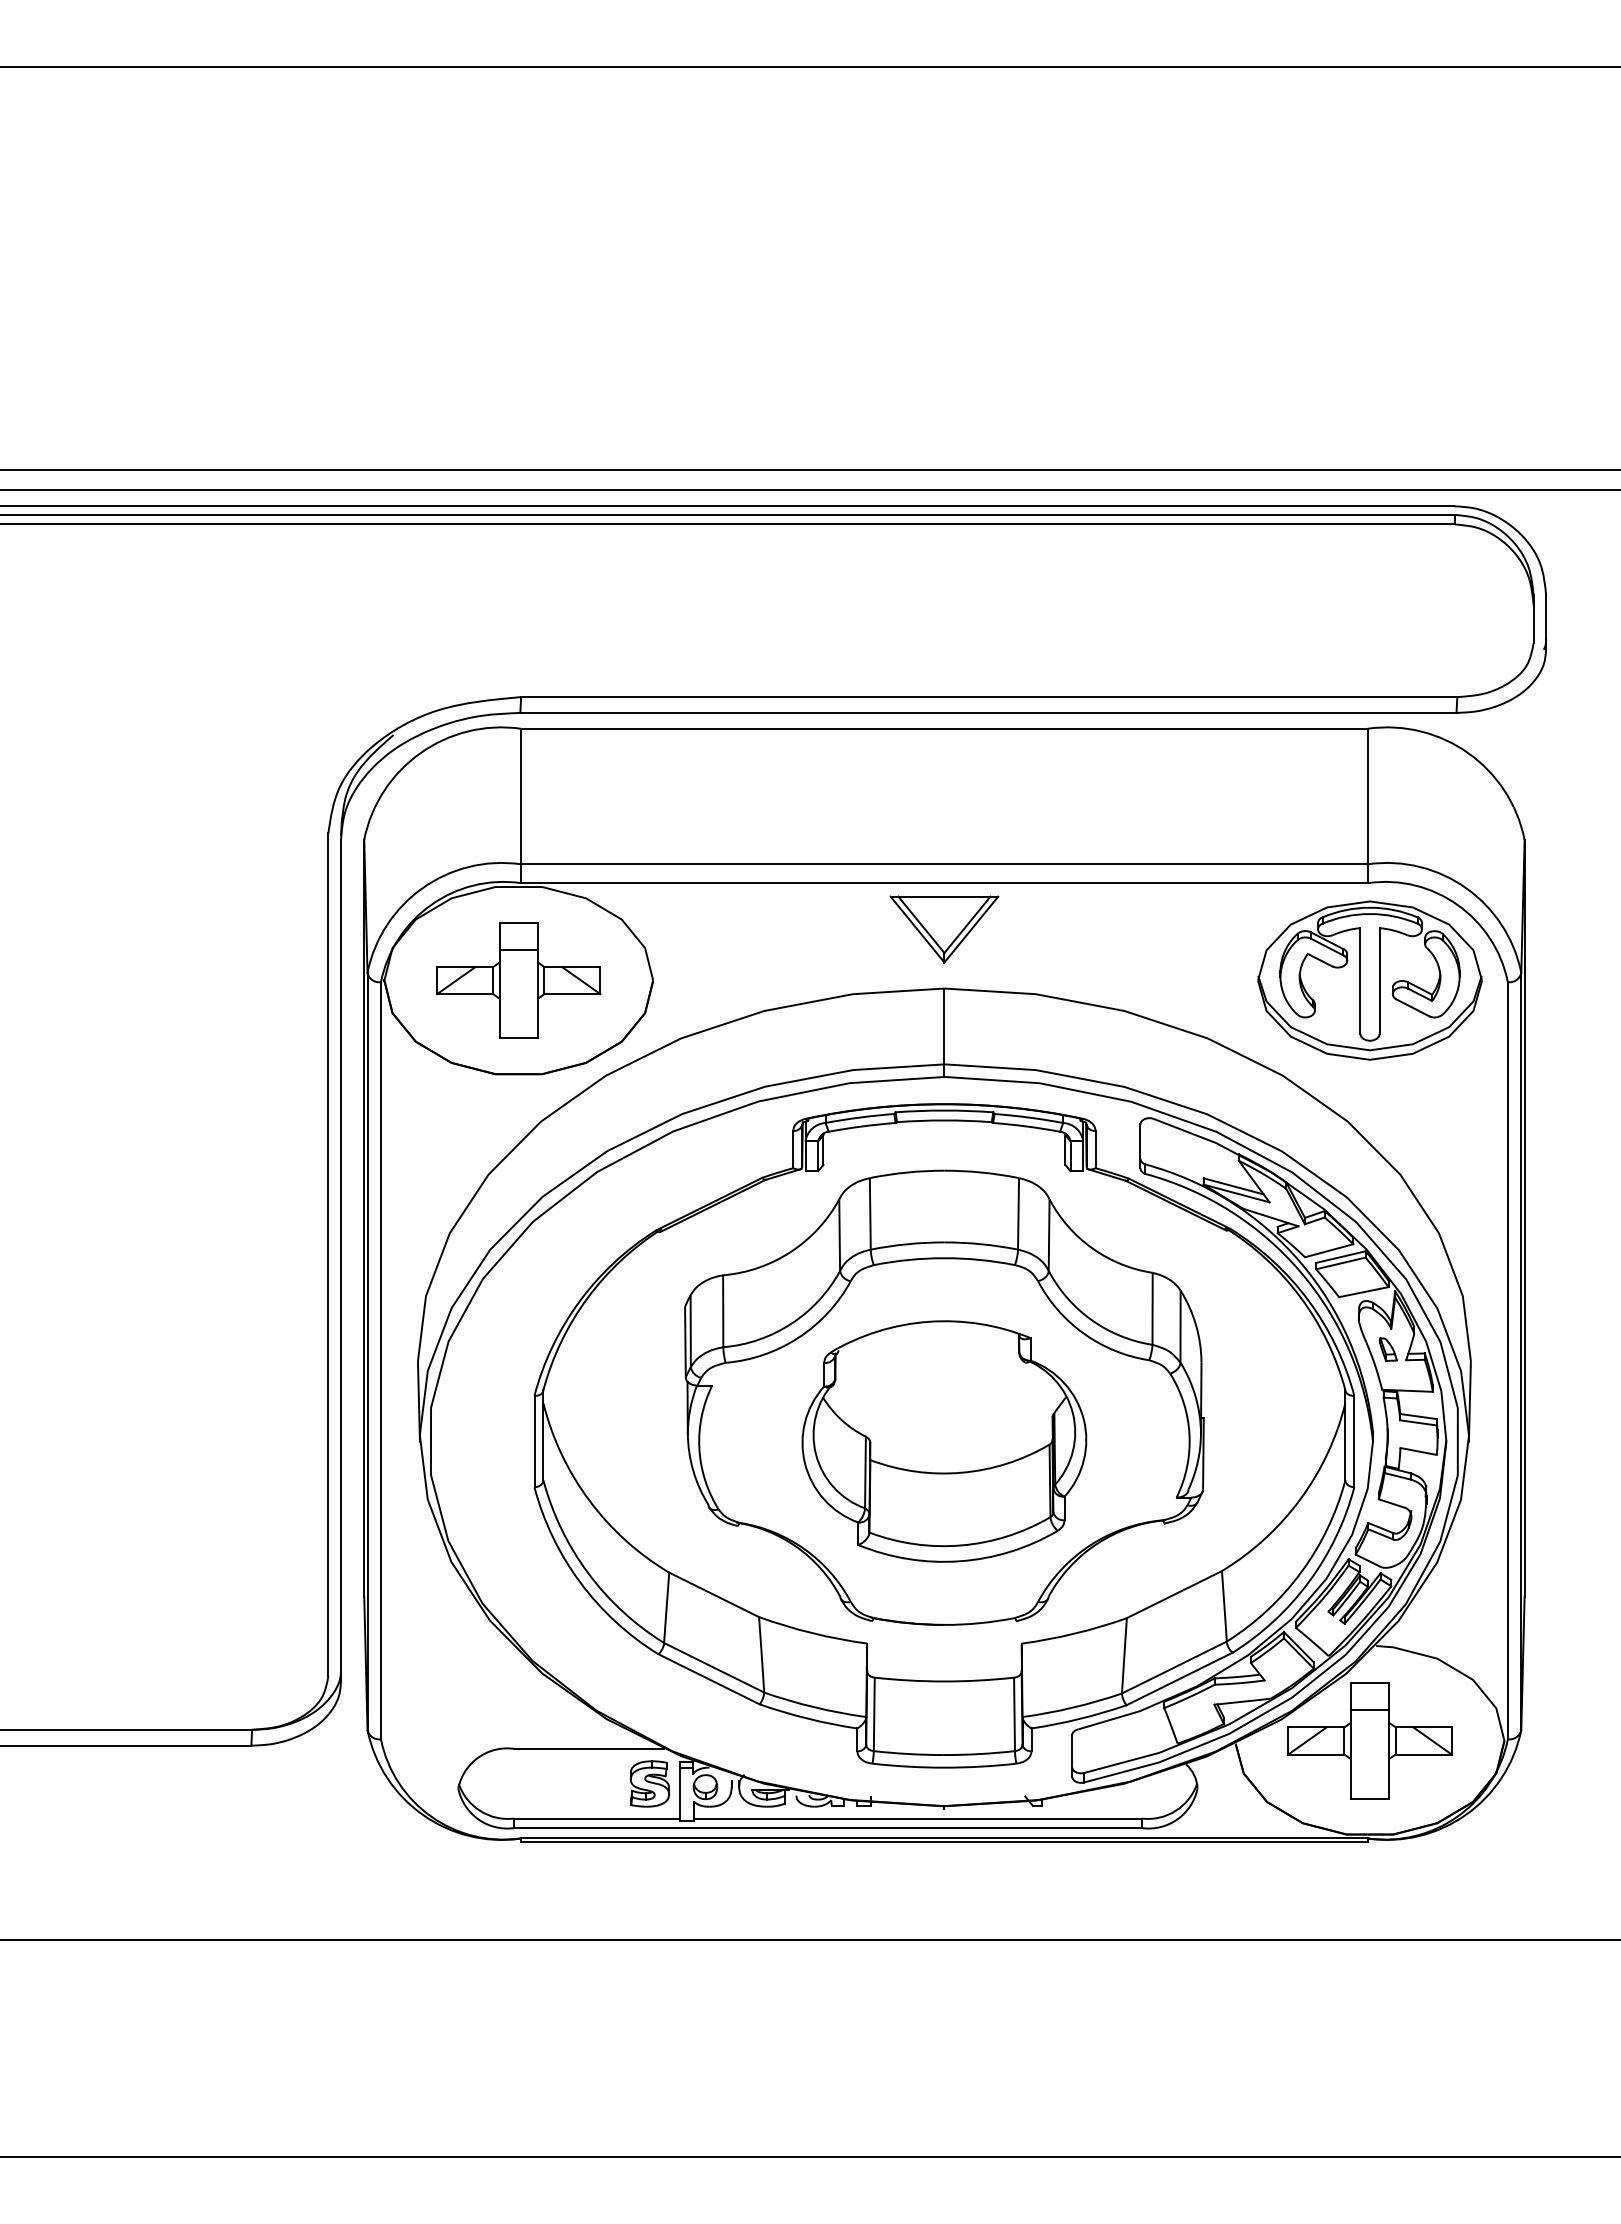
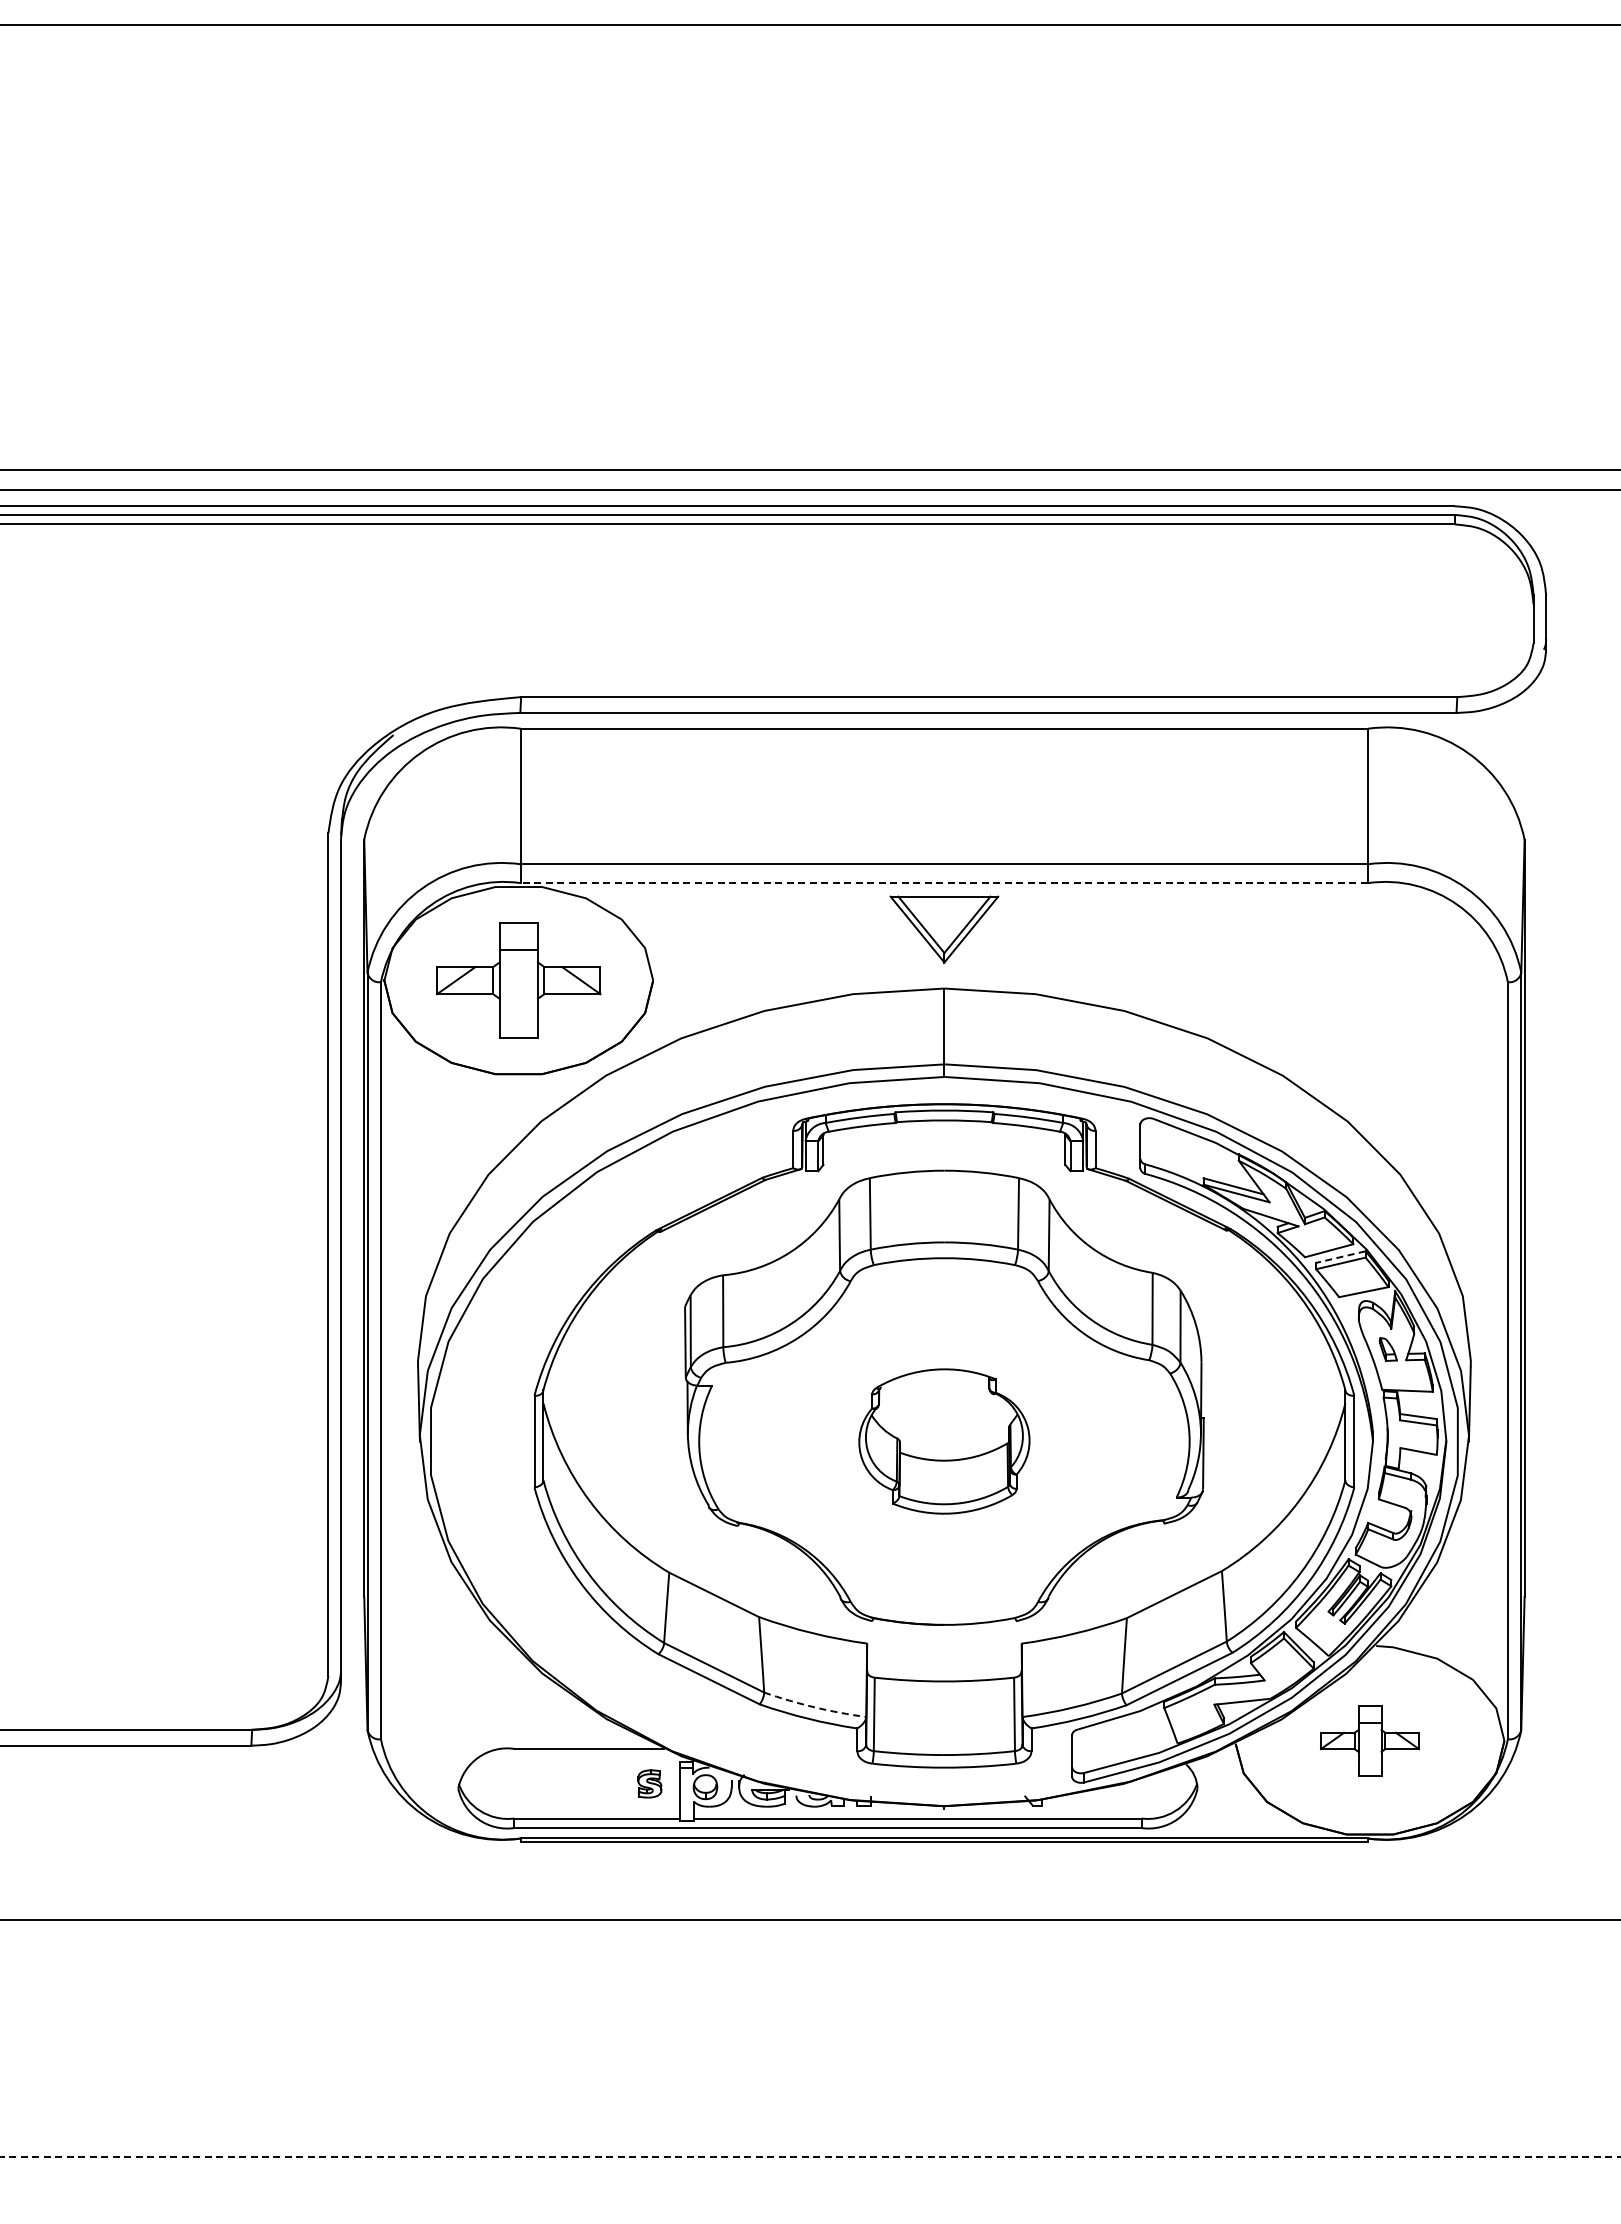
line at (809, 66) position: (809, 66) -> (809, 24)
line at (943, 883): solid -> dashed
part at (1369, 980): present -> none
line at (1340, 1257): solid -> dashed
part at (944, 1441) size: 287x243 px -> 173x147 px
arc at (814, 1707): solid -> dashed
part at (1369, 1740) size: 166x118 px -> 100x72 px
part at (649, 1783) size: 40x48 px -> 26x30 px
line at (809, 1940) position: (809, 1940) -> (809, 1920)
line at (810, 2157): solid -> dashed
